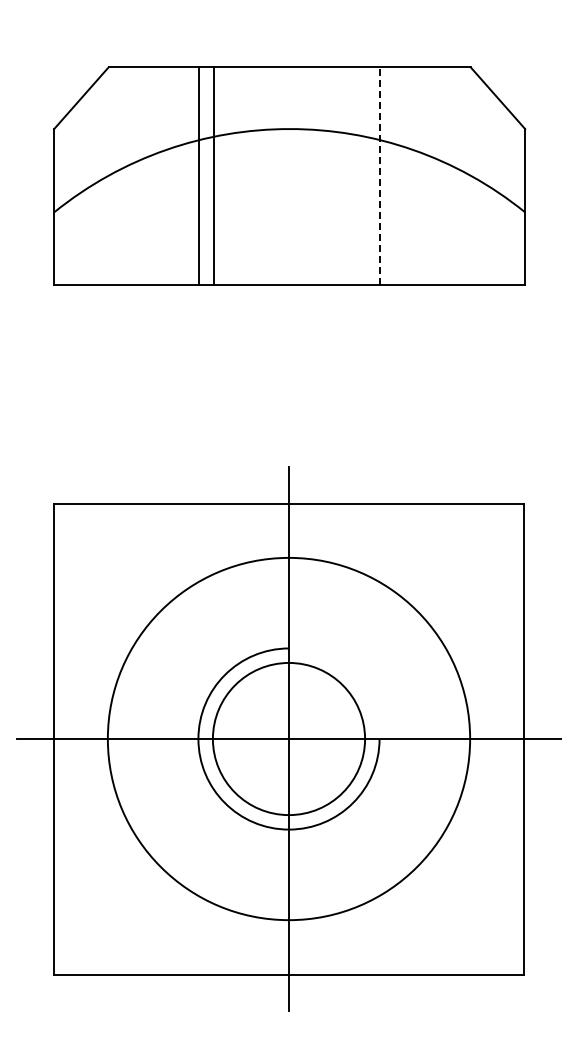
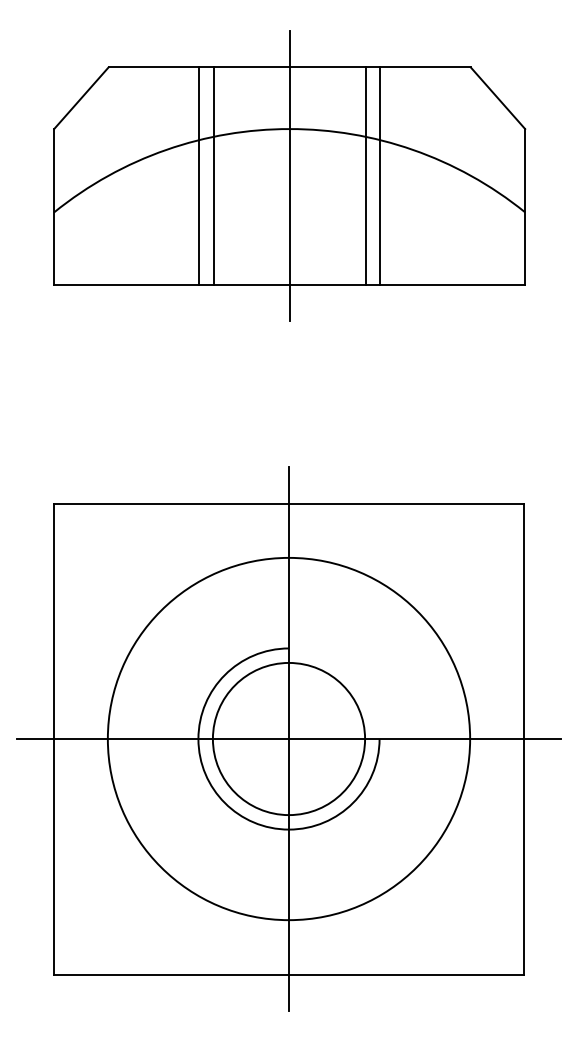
line at (365, 175): none -> present
line at (289, 176): none -> present
line at (380, 176): dashed -> solid
